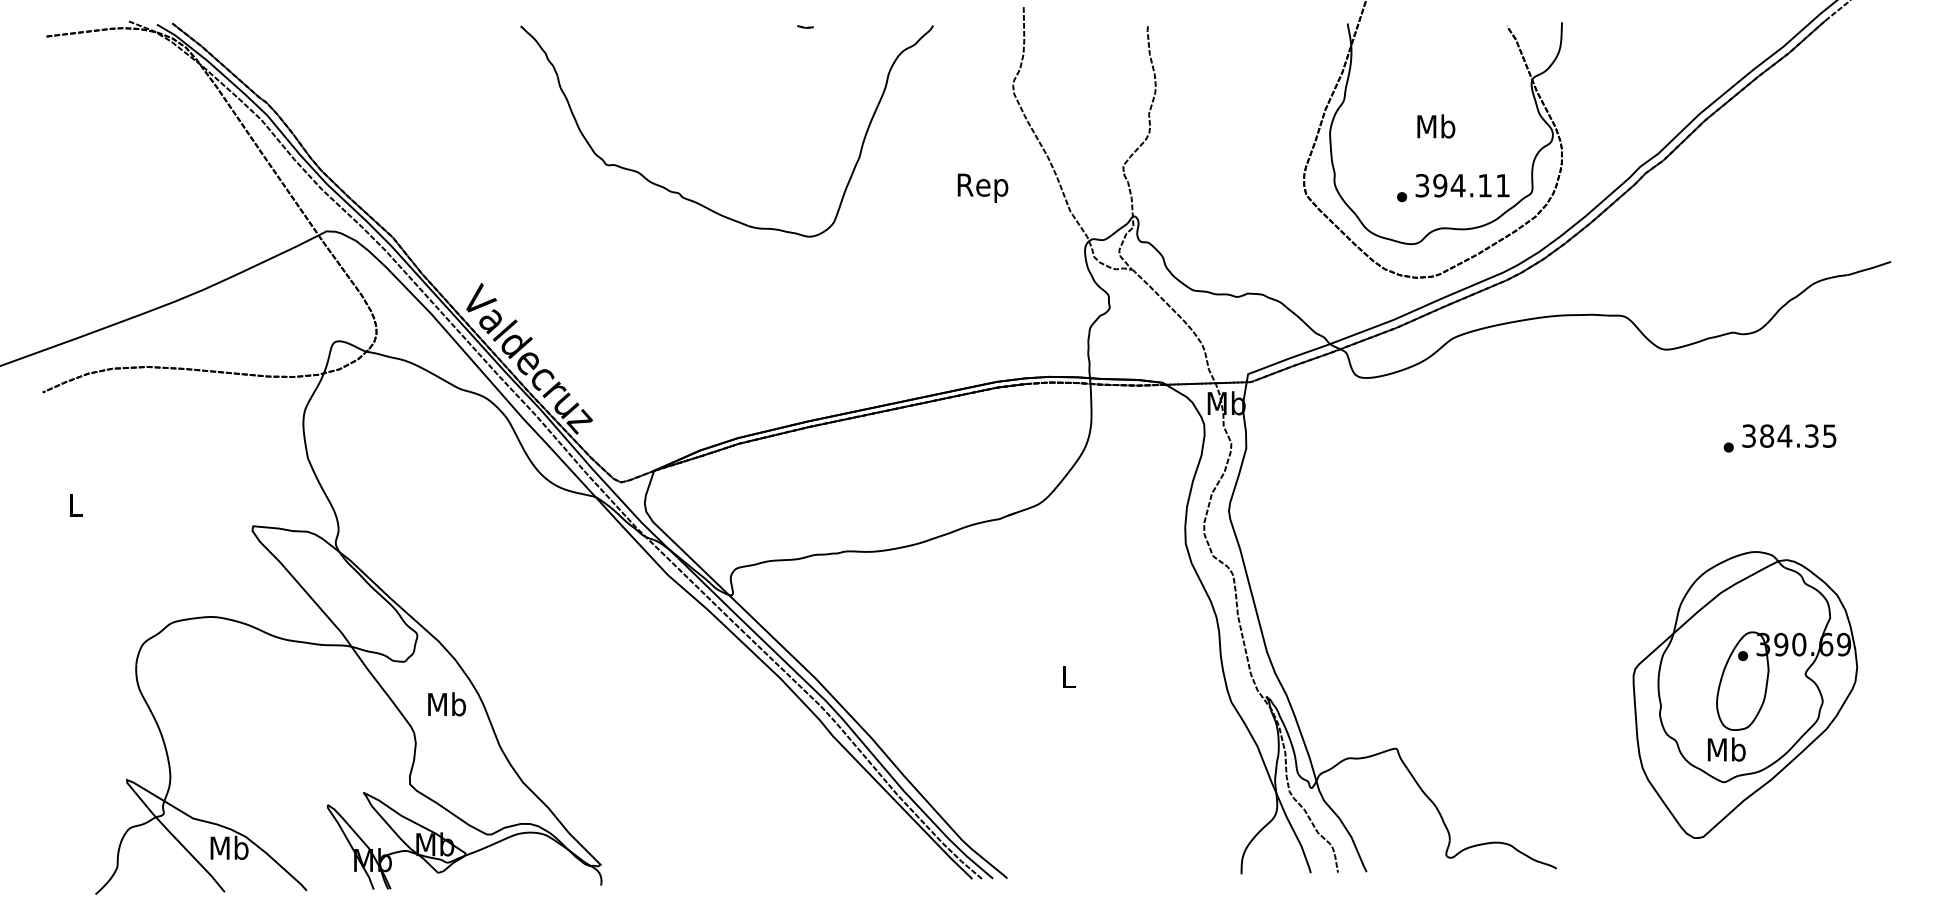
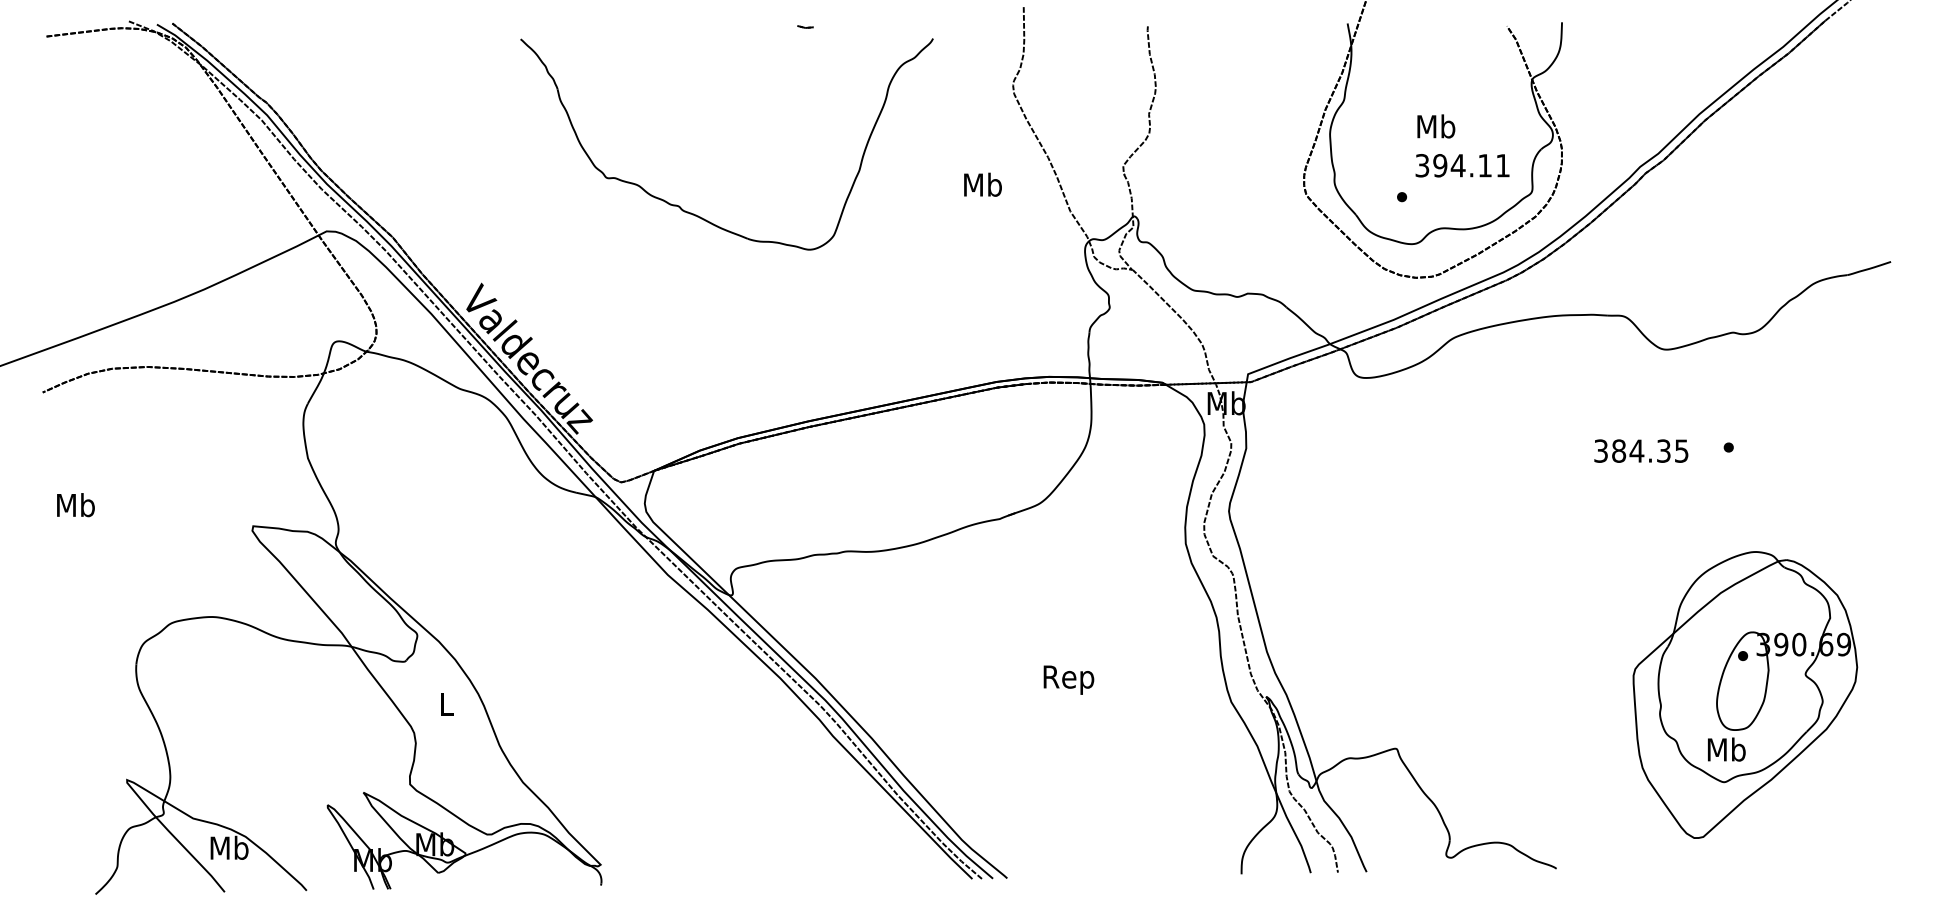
text at (1462, 185) position: (1462, 185) -> (1462, 165)
text at (982, 187): Rep -> Mb
part at (696, 201) position: (696, 201) -> (696, 214)
text at (1789, 435) position: (1789, 435) -> (1641, 450)
text at (75, 505): L -> Mb
text at (1068, 679): L -> Rep
text at (446, 704): Mb -> L
